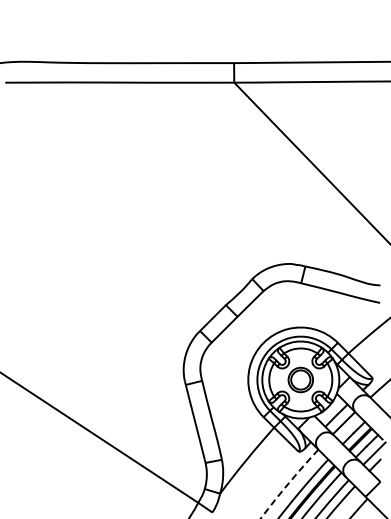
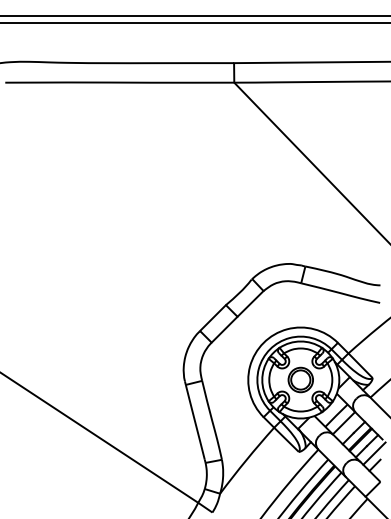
line at (194, 15): none -> present
line at (194, 22): none -> present
arc at (289, 483): dashed -> solid
